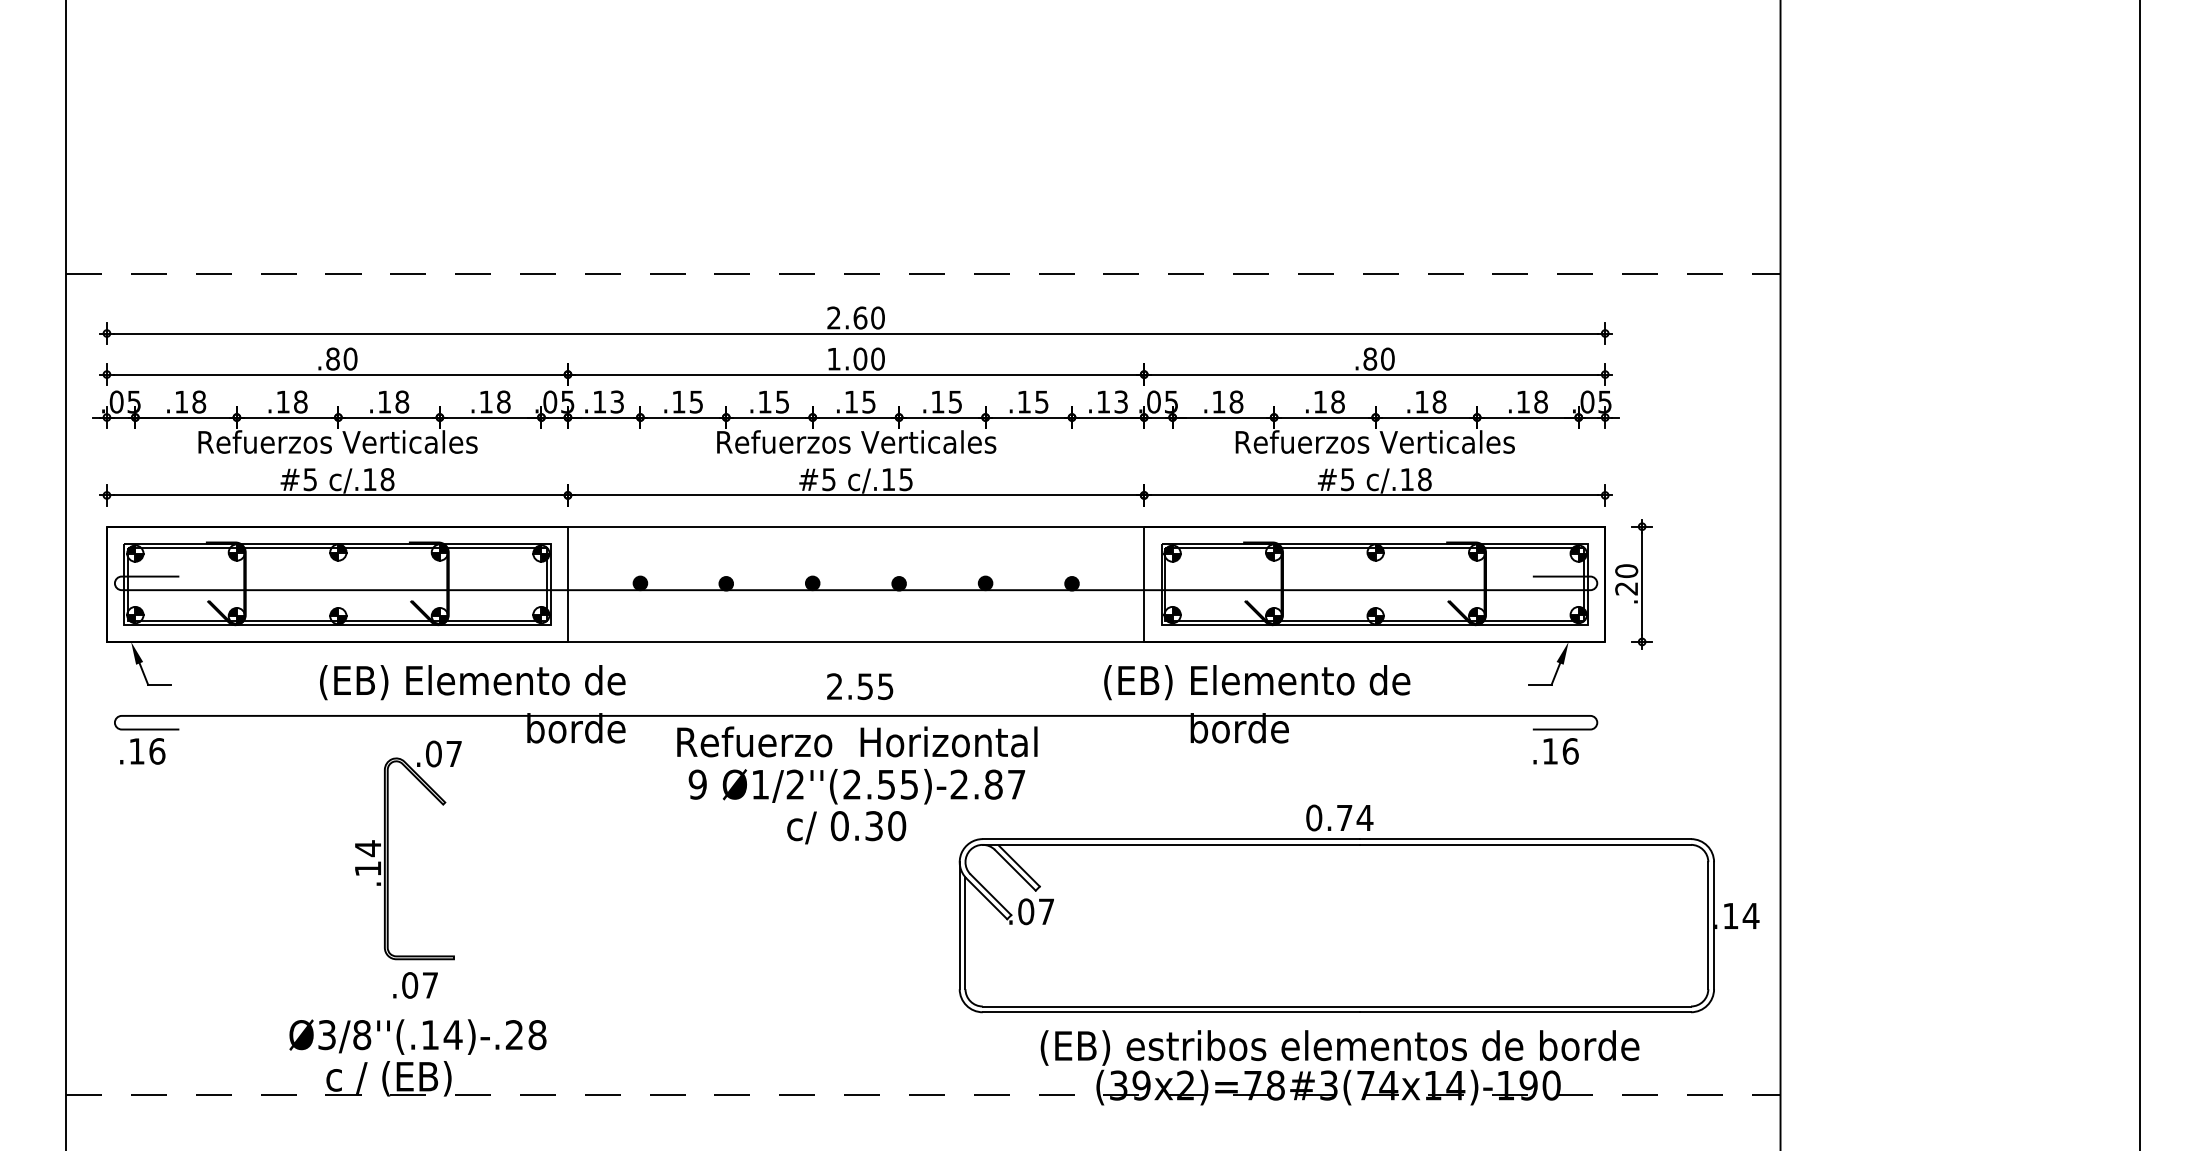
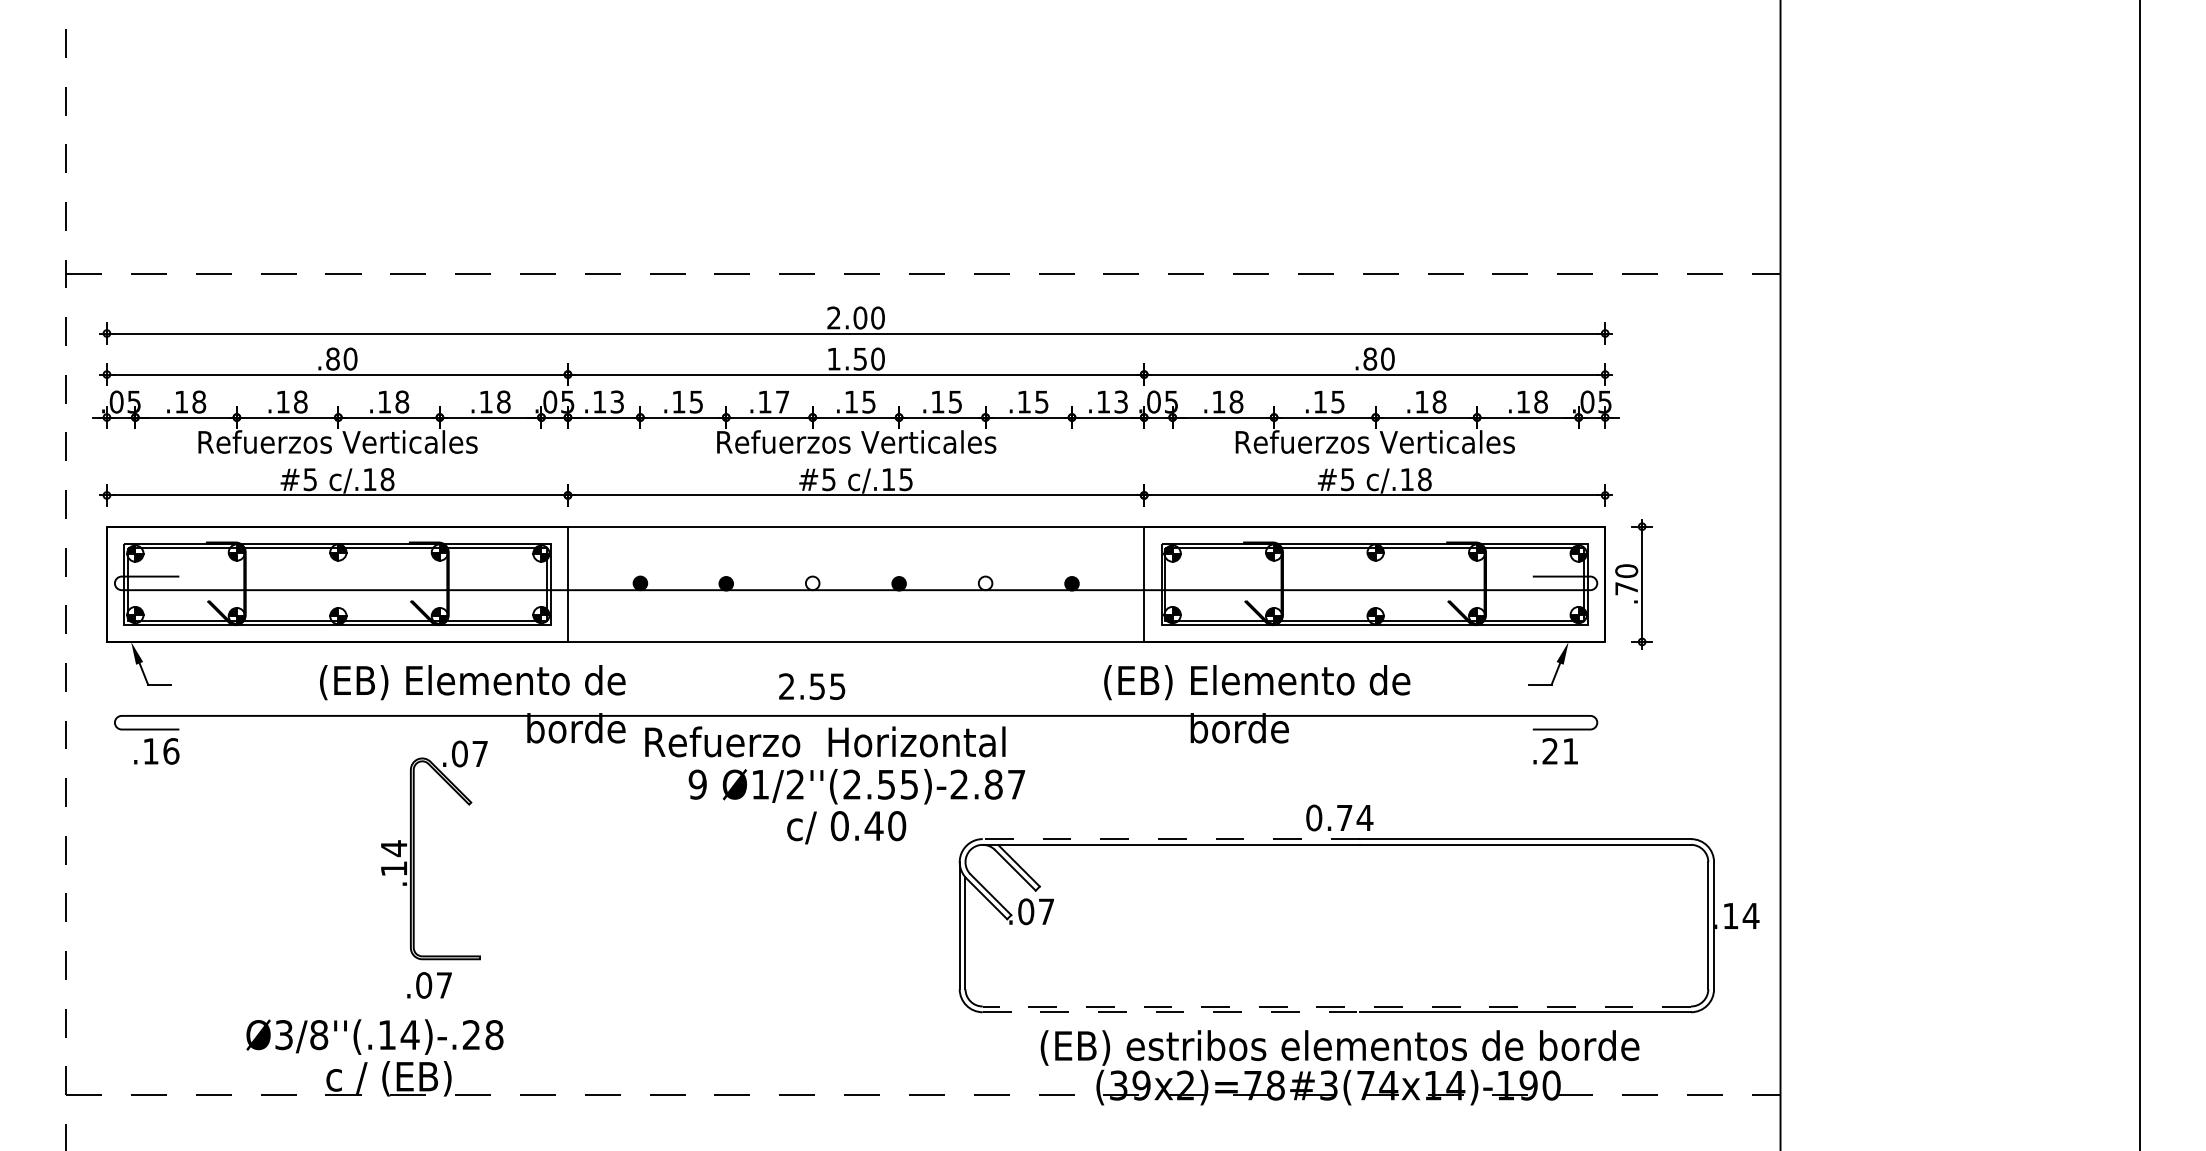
text at (860, 317): 2.60 -> 2.00
text at (860, 358): 1.00 -> 1.50
text at (782, 401): .15 -> .17
text at (1337, 401): .18 -> .15
line at (66, 575): solid -> dashed
fill at (812, 583): present -> none
fill at (985, 583): present -> none
text at (1626, 588): .20 -> .70
text at (860, 686) position: (860, 686) -> (812, 686)
text at (857, 741) position: (857, 741) -> (825, 741)
text at (142, 751) position: (142, 751) -> (156, 751)
text at (1560, 751): .16 -> .21
text at (873, 826): 0.30 -> 0.40
line at (1170, 839): solid -> dashed
part at (388, 850) position: (388, 850) -> (414, 850)
text at (415, 985) position: (415, 985) -> (429, 985)
line at (1336, 1006): solid -> dashed
line at (1171, 1012): solid -> dashed
text at (417, 1036) position: (417, 1036) -> (374, 1036)
